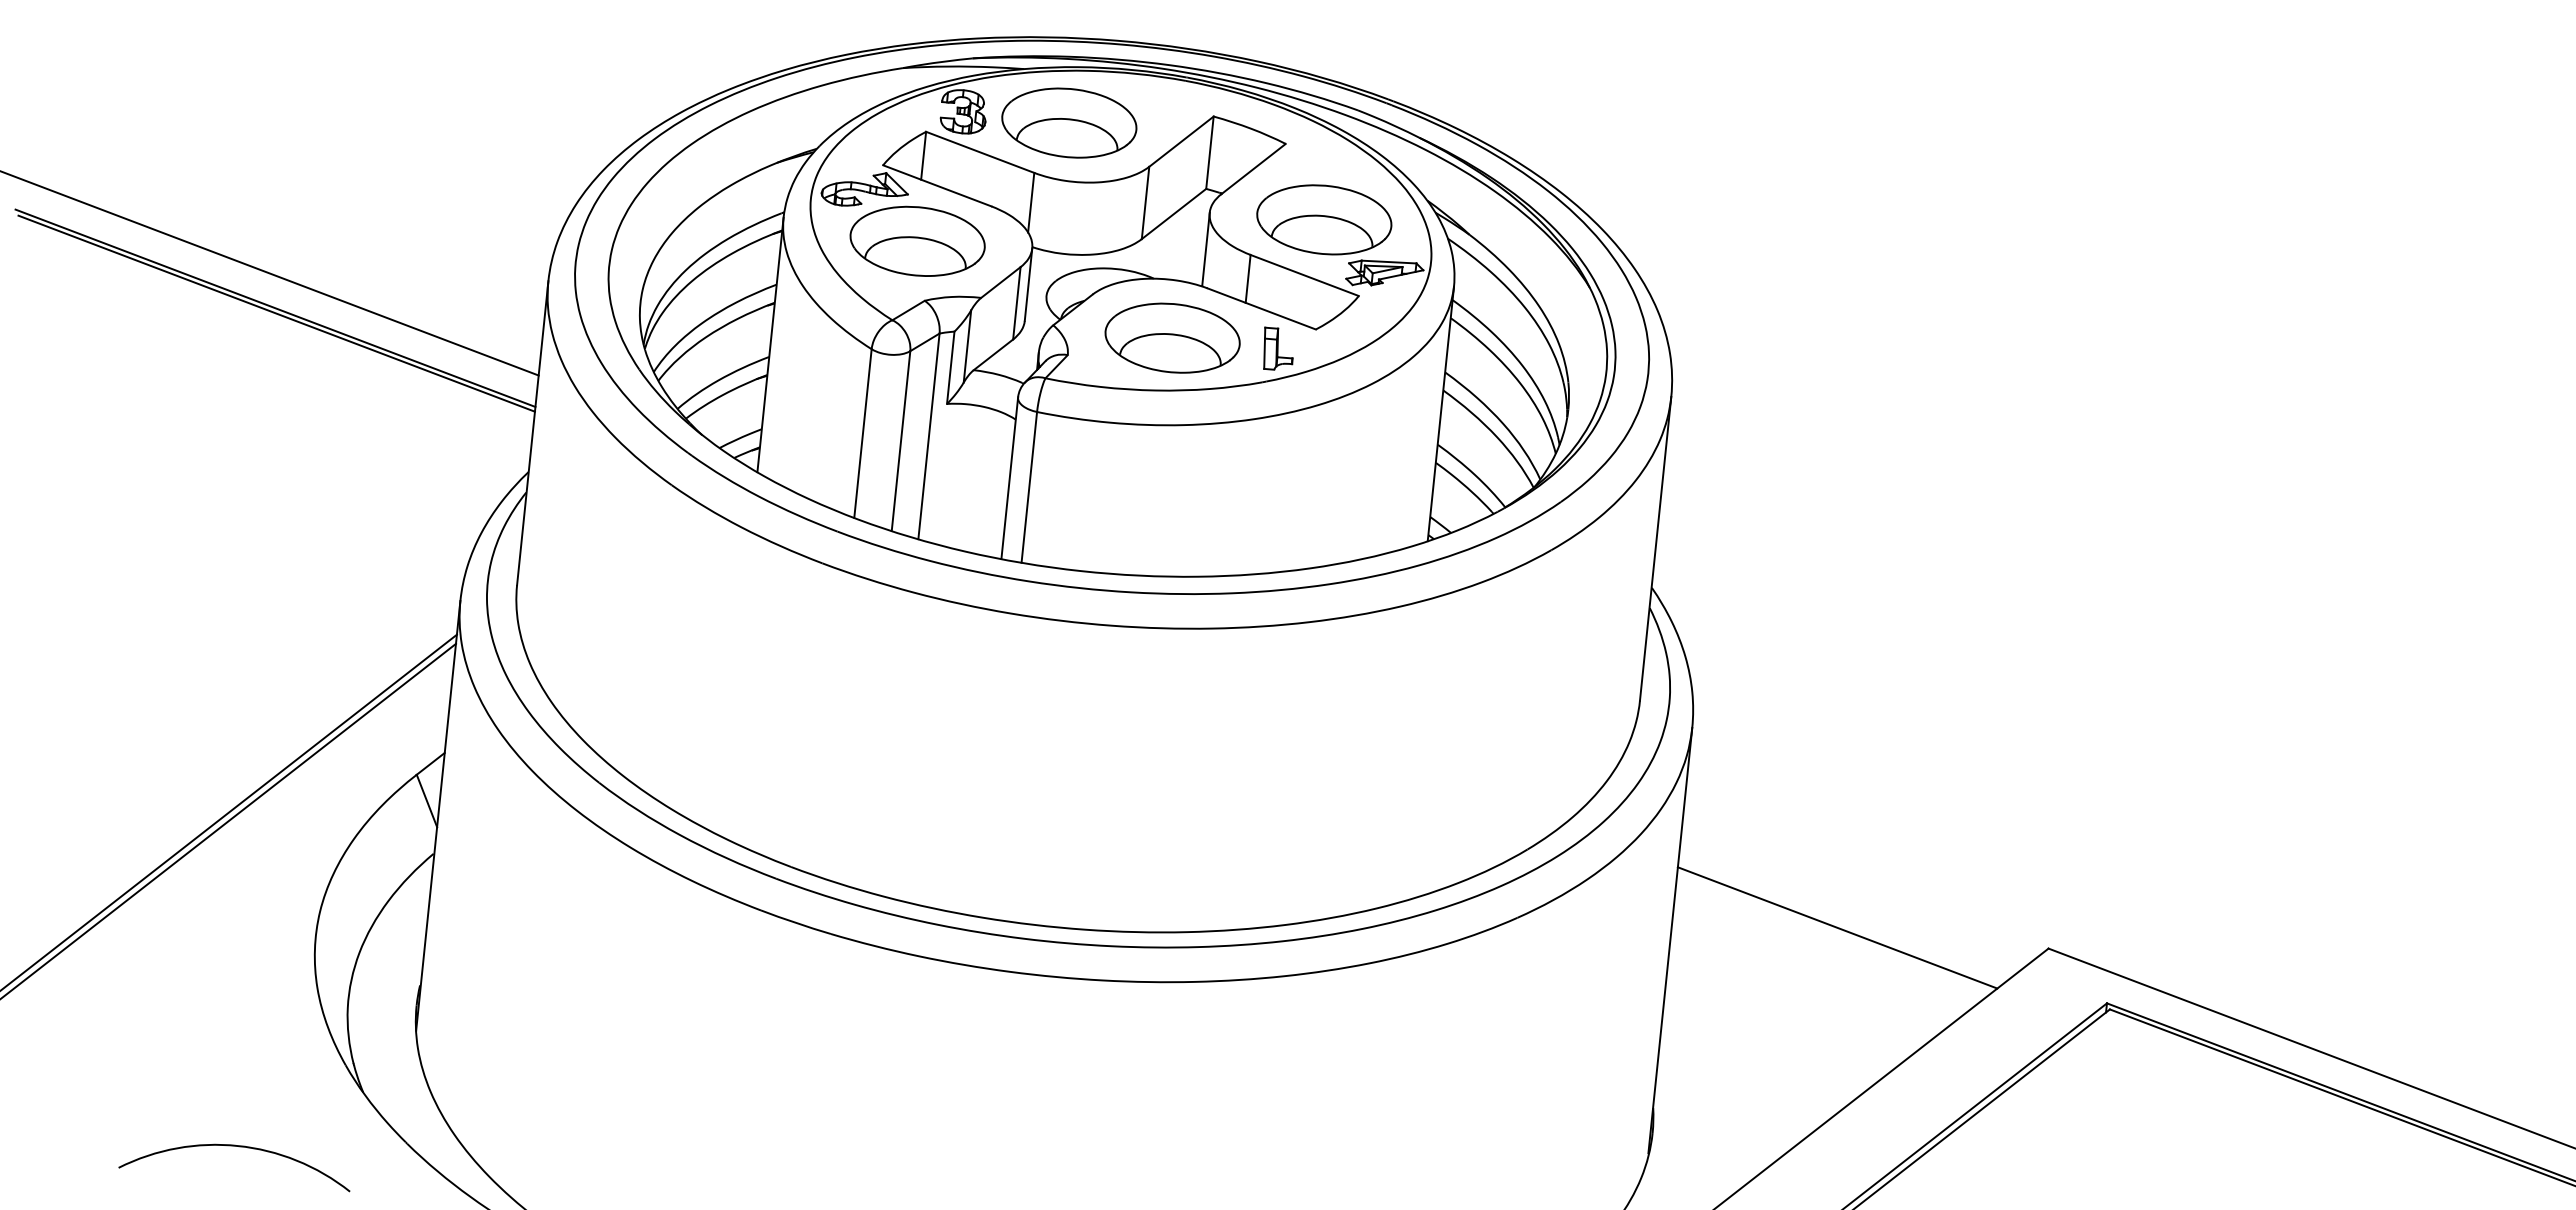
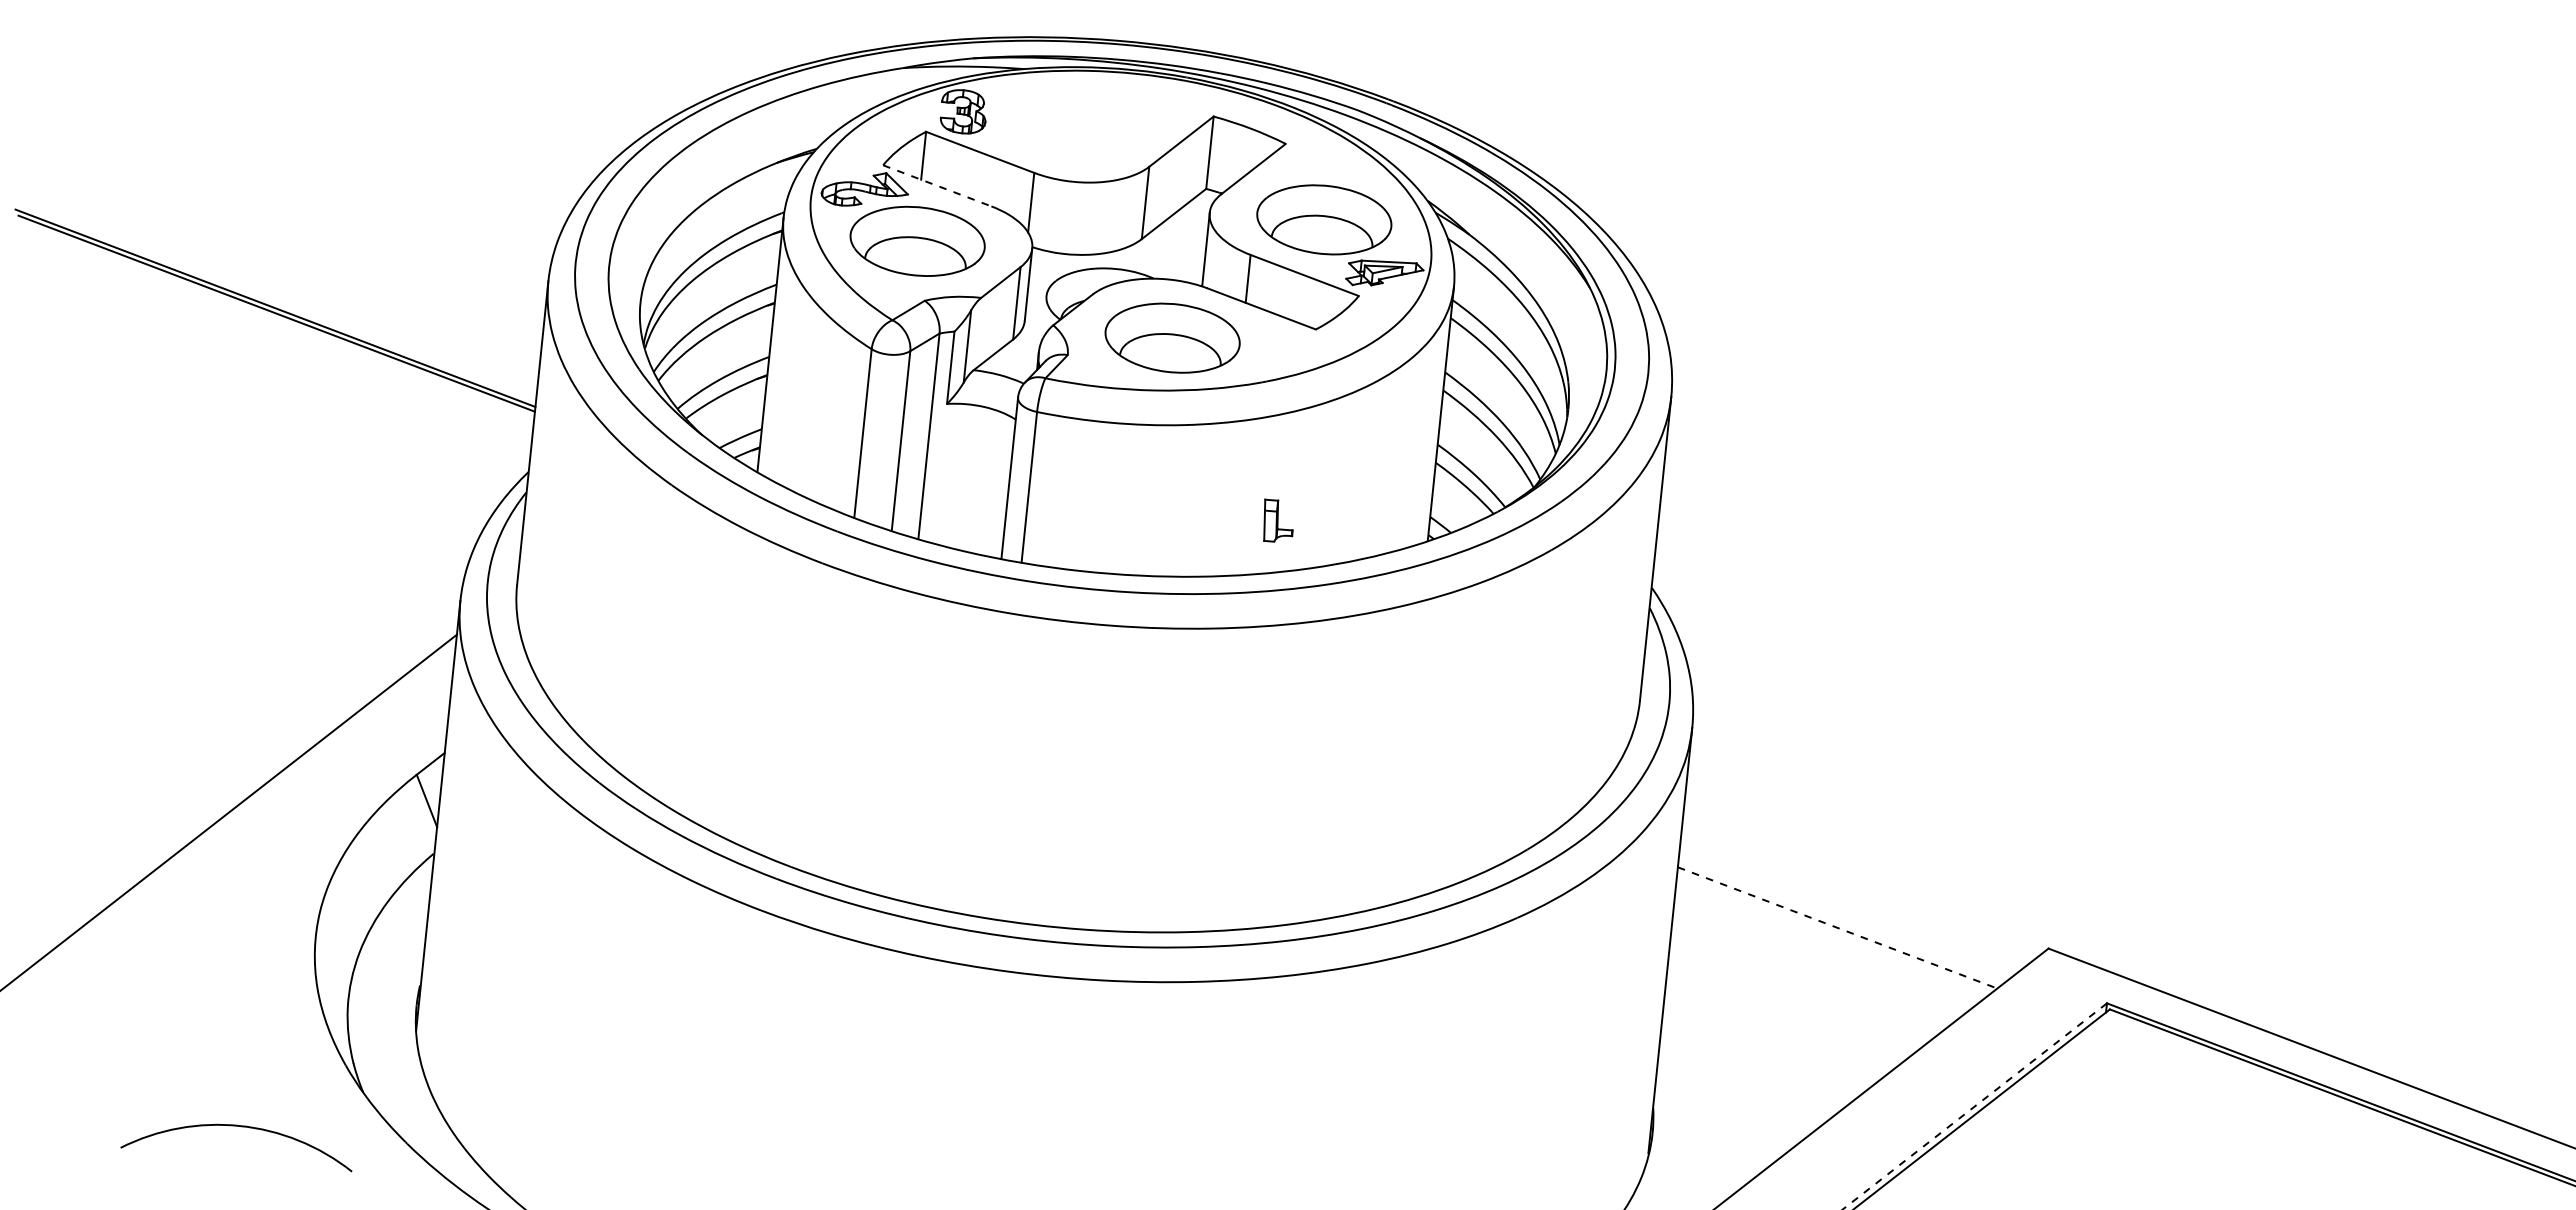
part at (1069, 122): present -> none
line at (937, 185): solid -> dashed
line at (270, 273): present -> none
part at (1278, 348) position: (1278, 348) -> (1278, 520)
line at (229, 820): present -> none
line at (1837, 927): solid -> dashed
line at (1974, 1106): solid -> dashed
arc at (239, 1147) position: (239, 1147) -> (241, 1127)
